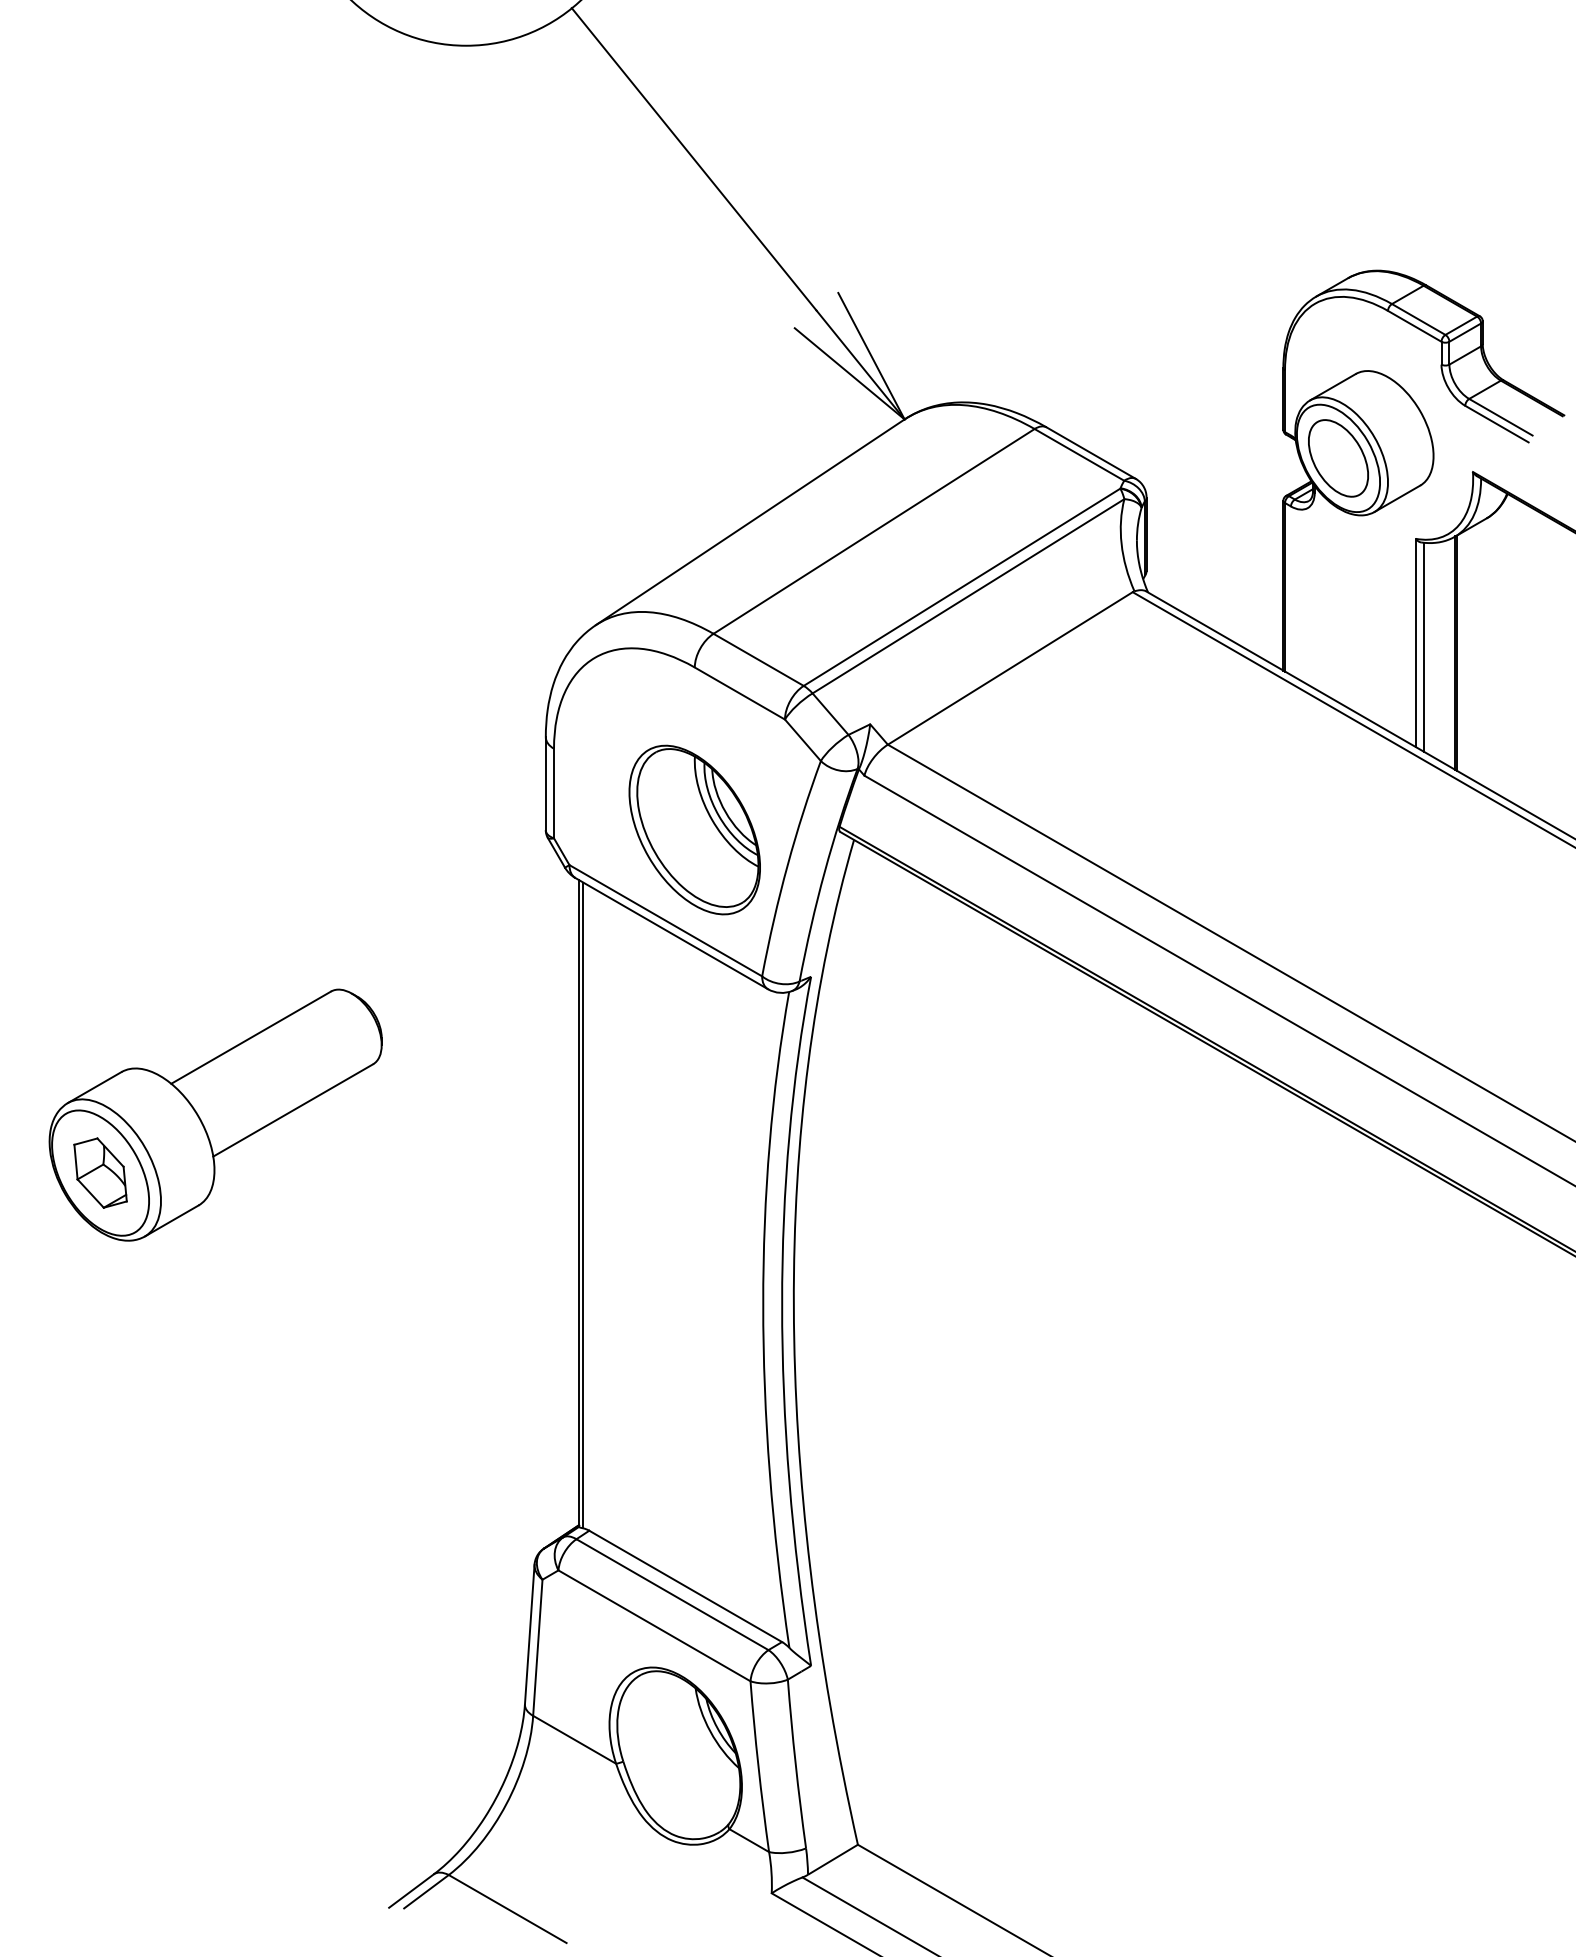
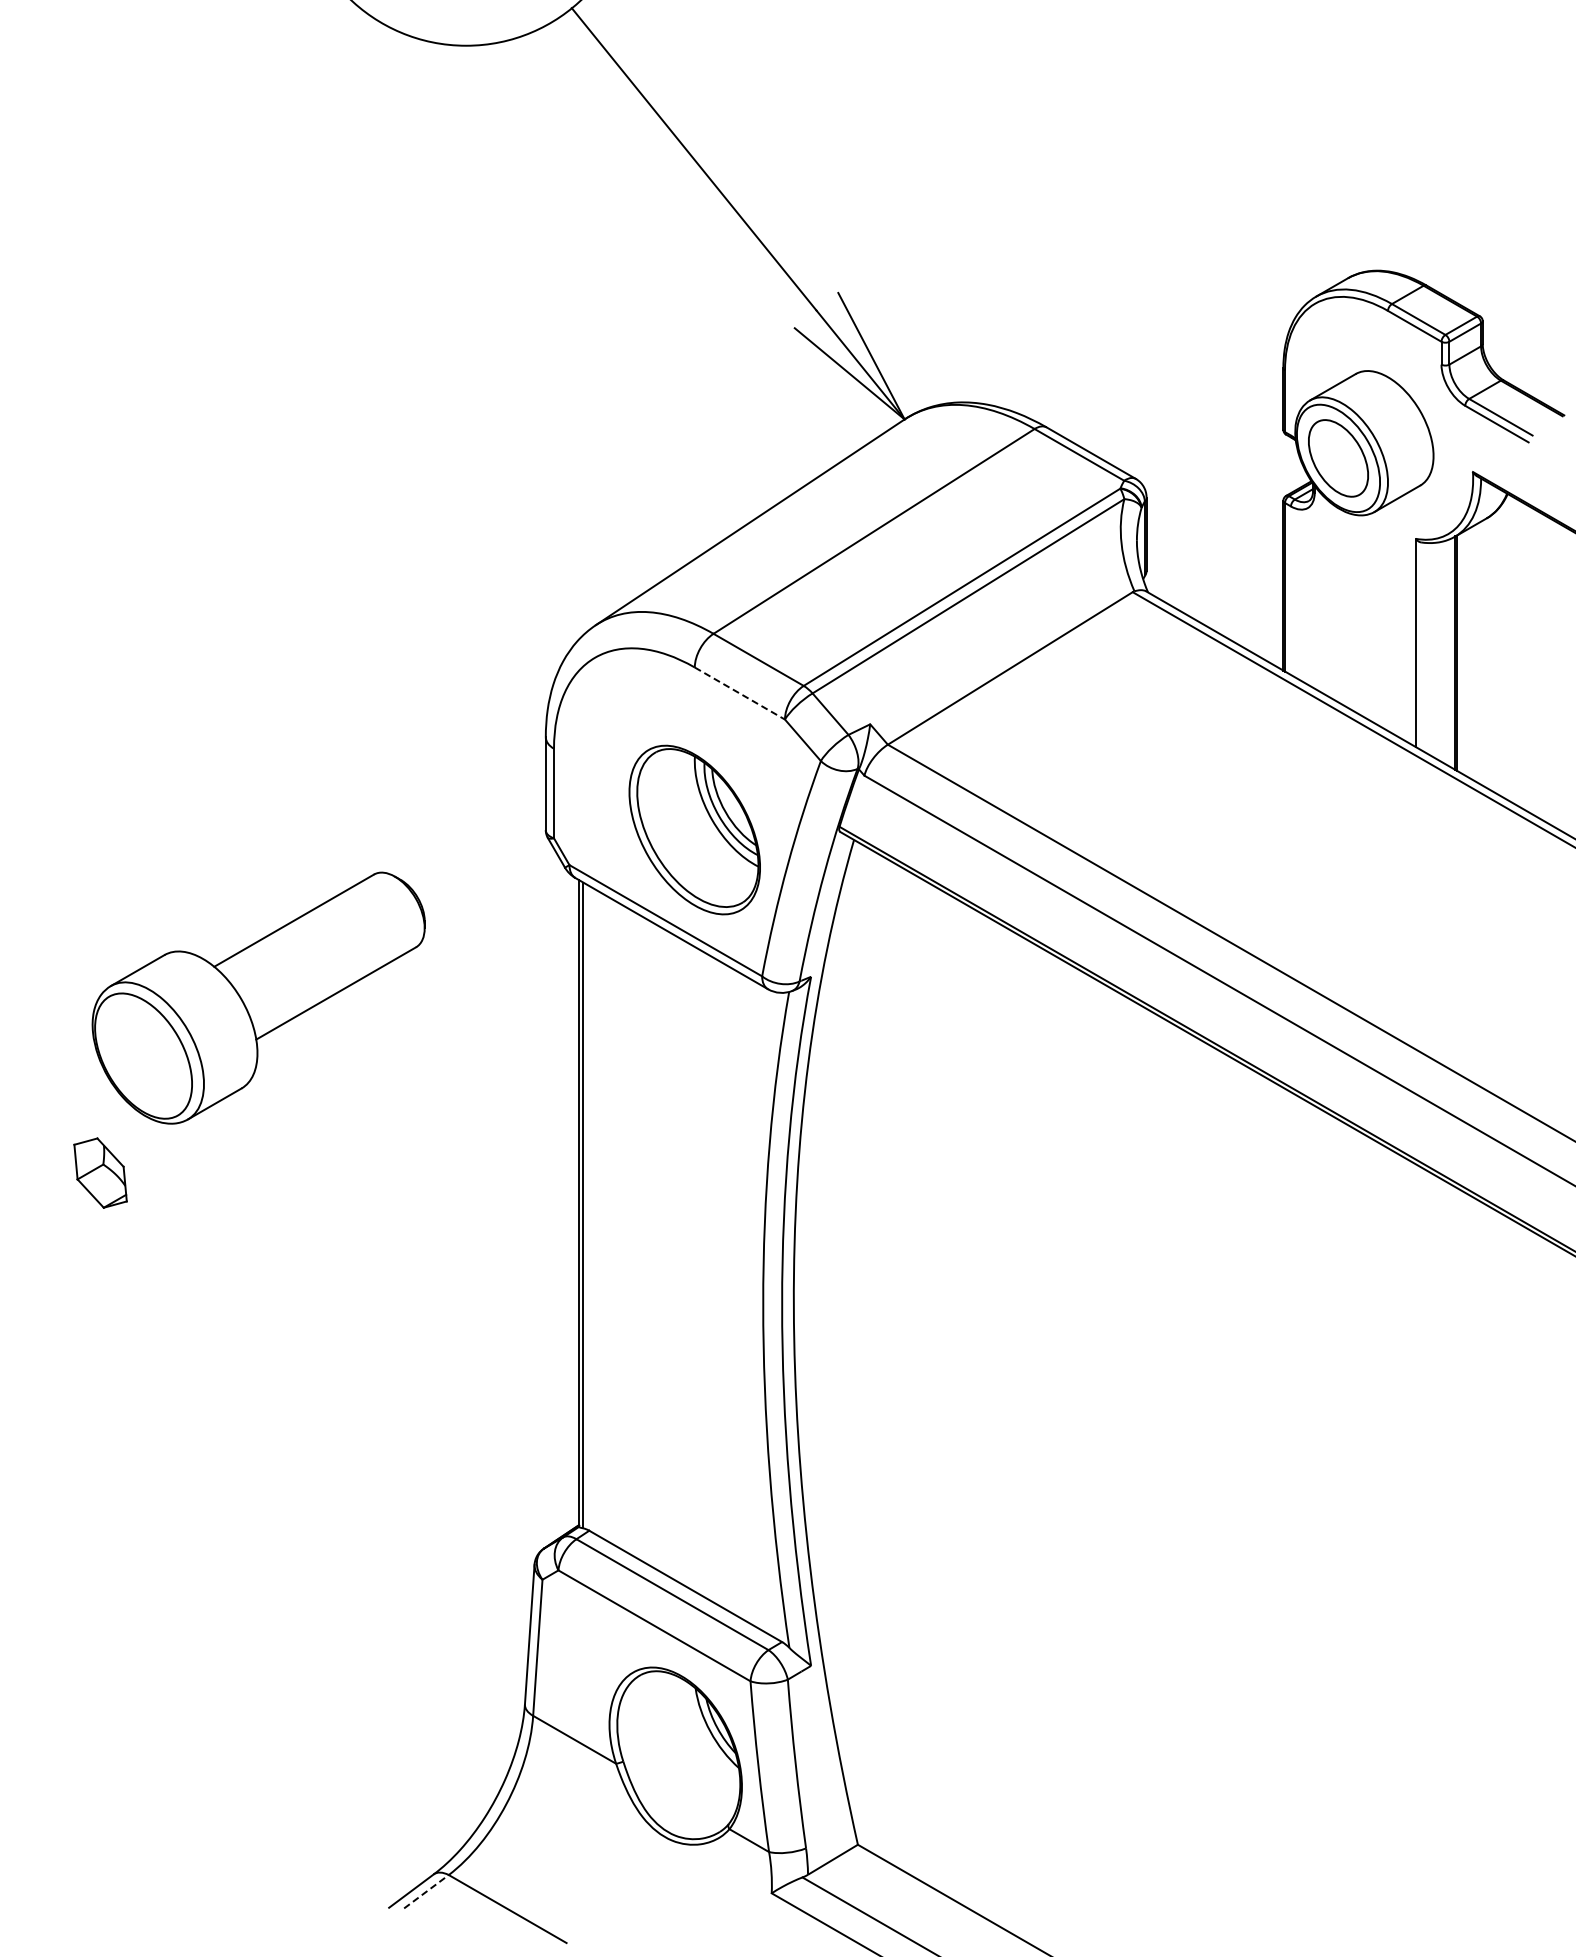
line at (1423, 646): present -> none
line at (740, 693): solid -> dashed
part at (215, 1114) position: (215, 1114) -> (258, 997)
line at (426, 1891): solid -> dashed
